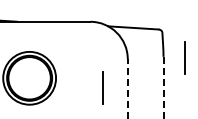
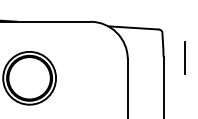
line at (102, 87): present -> none
line at (163, 87): dashed -> solid
line at (127, 88): dashed -> solid
